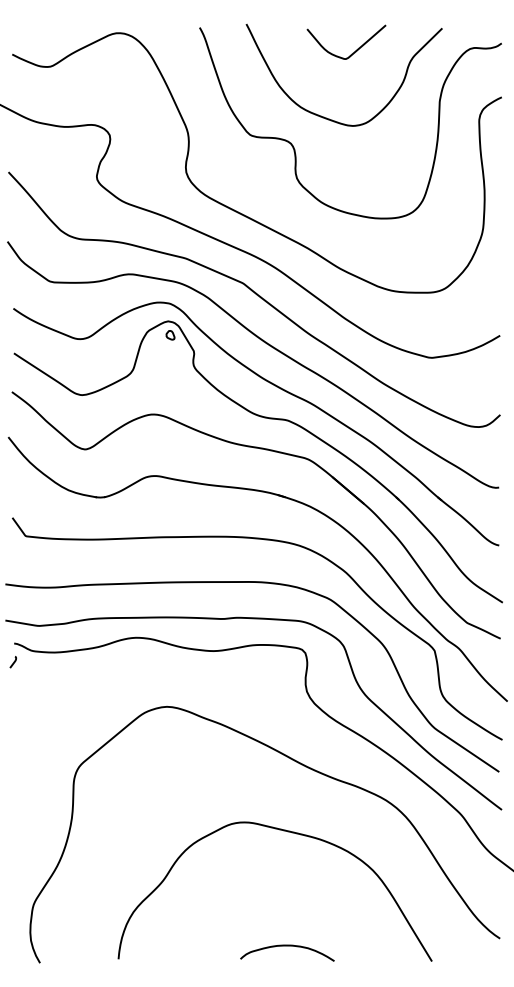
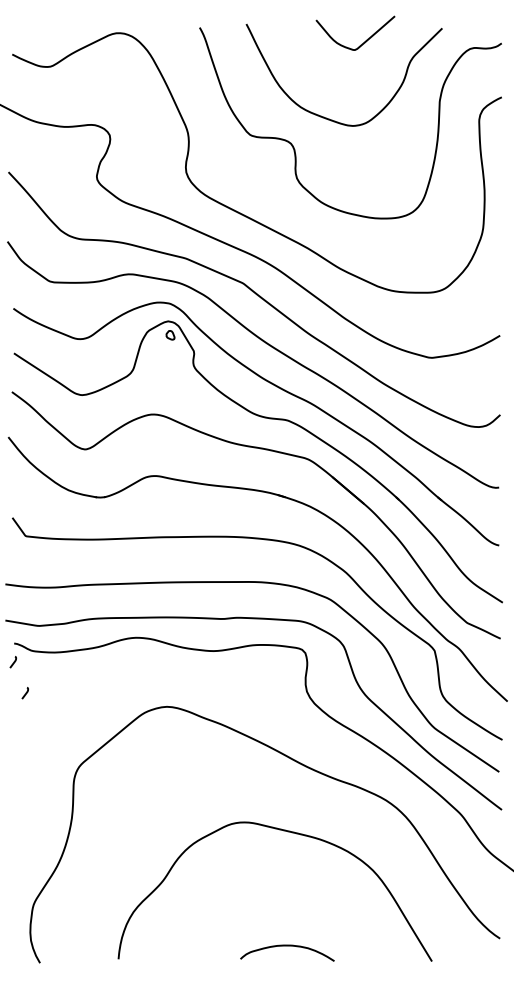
curve at (355, 50) position: (355, 50) -> (364, 41)
curve at (25, 693): none -> present
